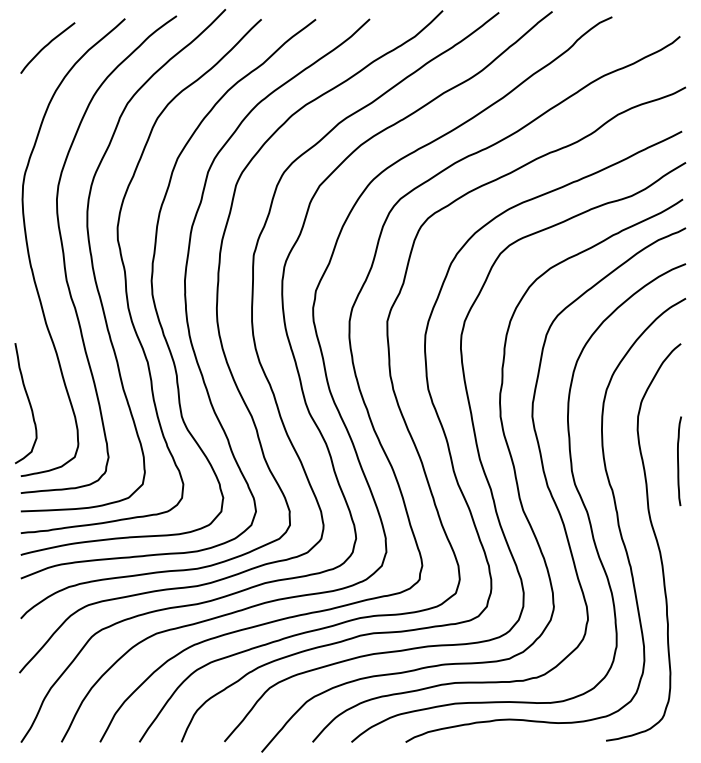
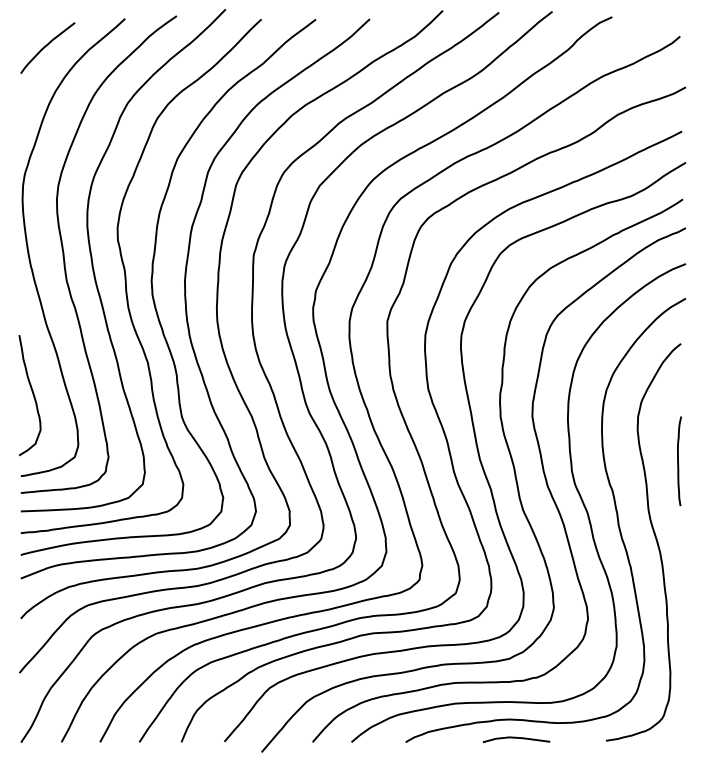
curve at (28, 402) position: (28, 402) -> (32, 394)
line at (516, 738): none -> present
